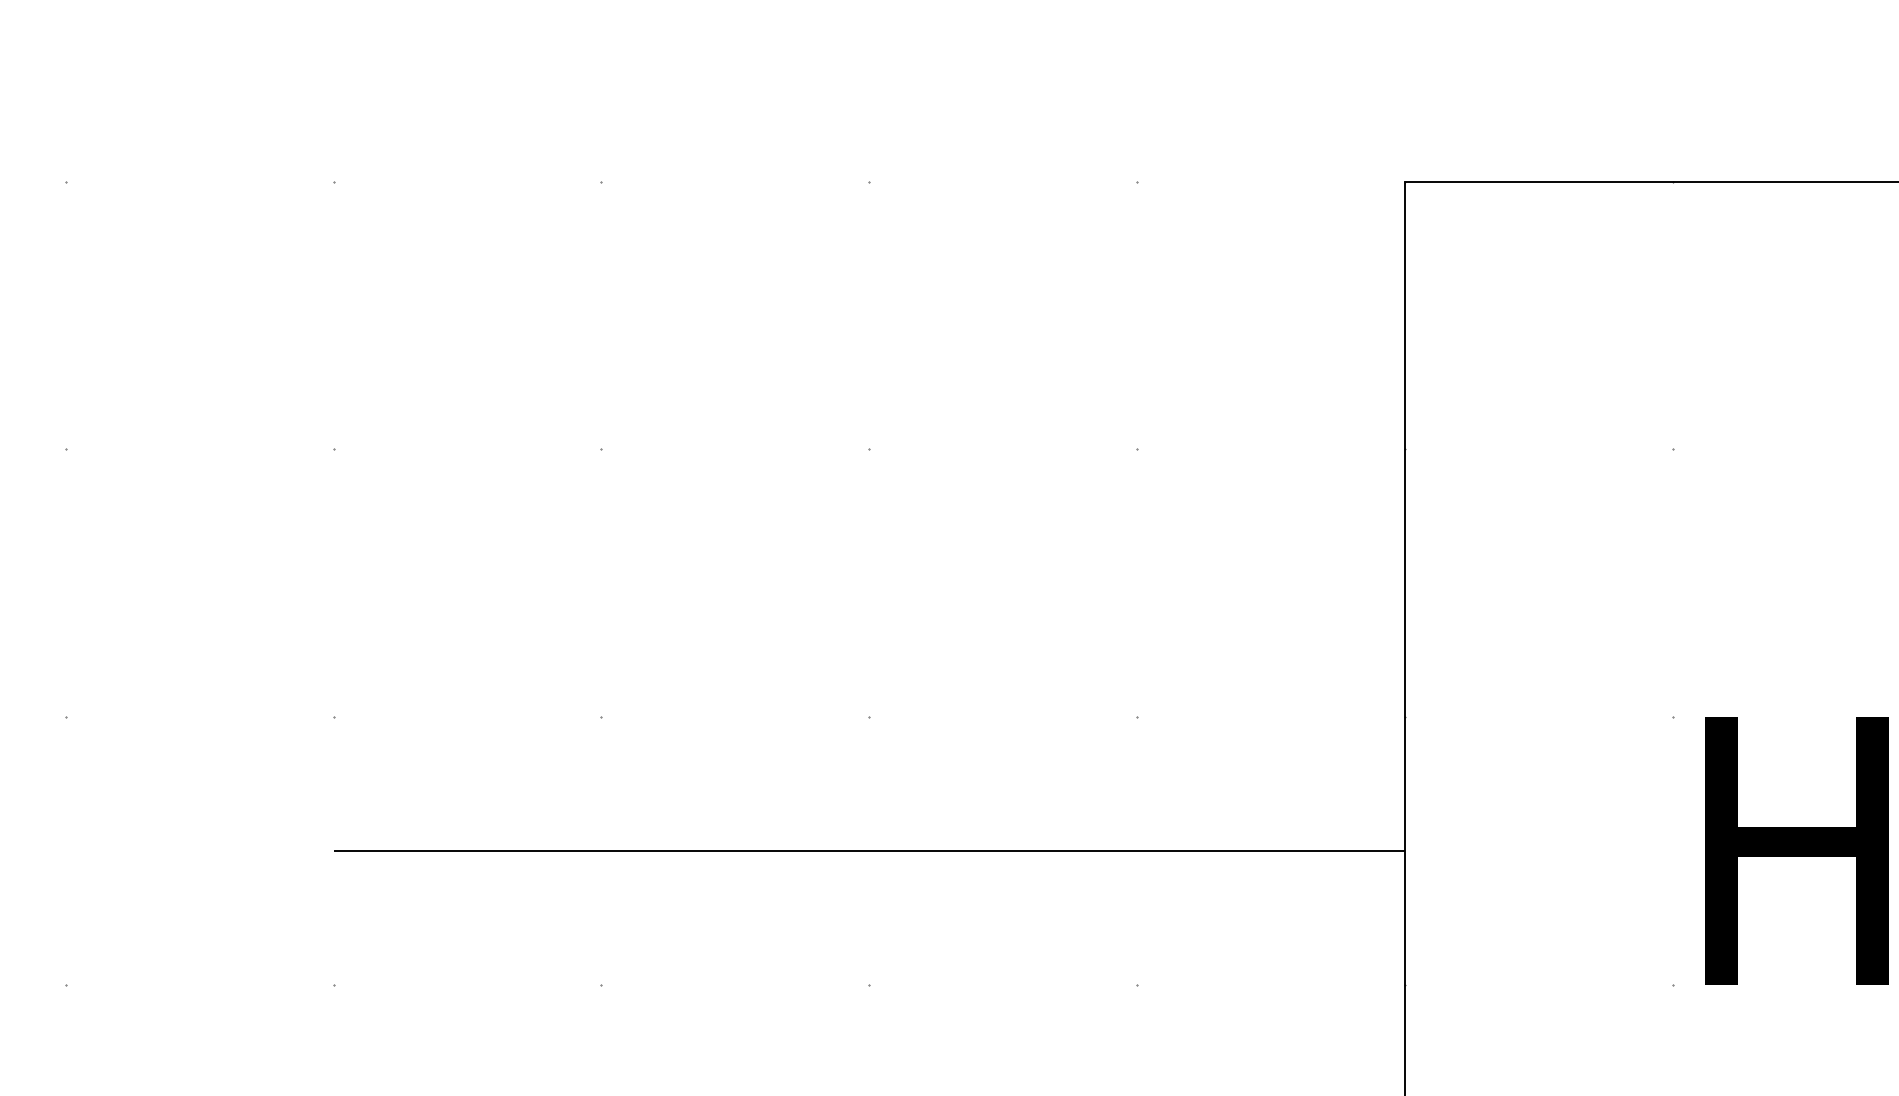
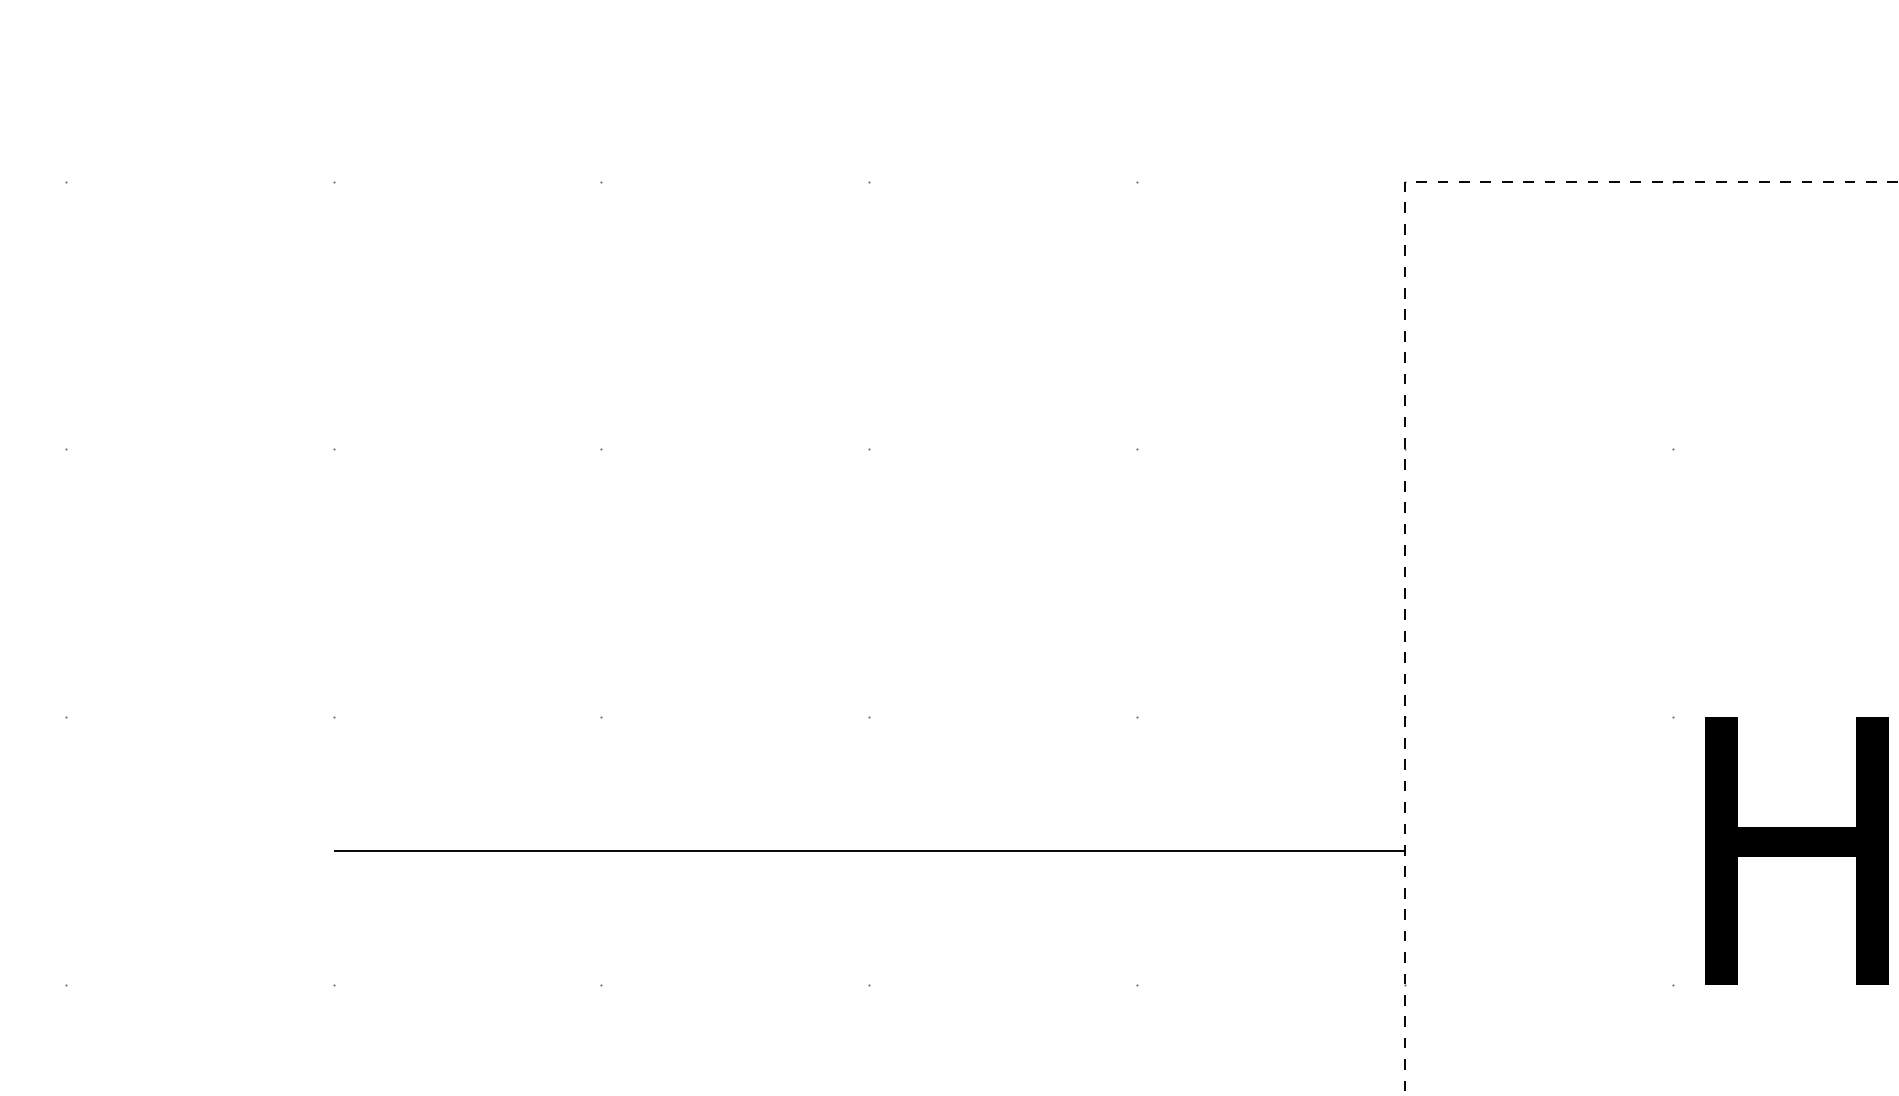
line at (1404, 390): solid -> dashed
